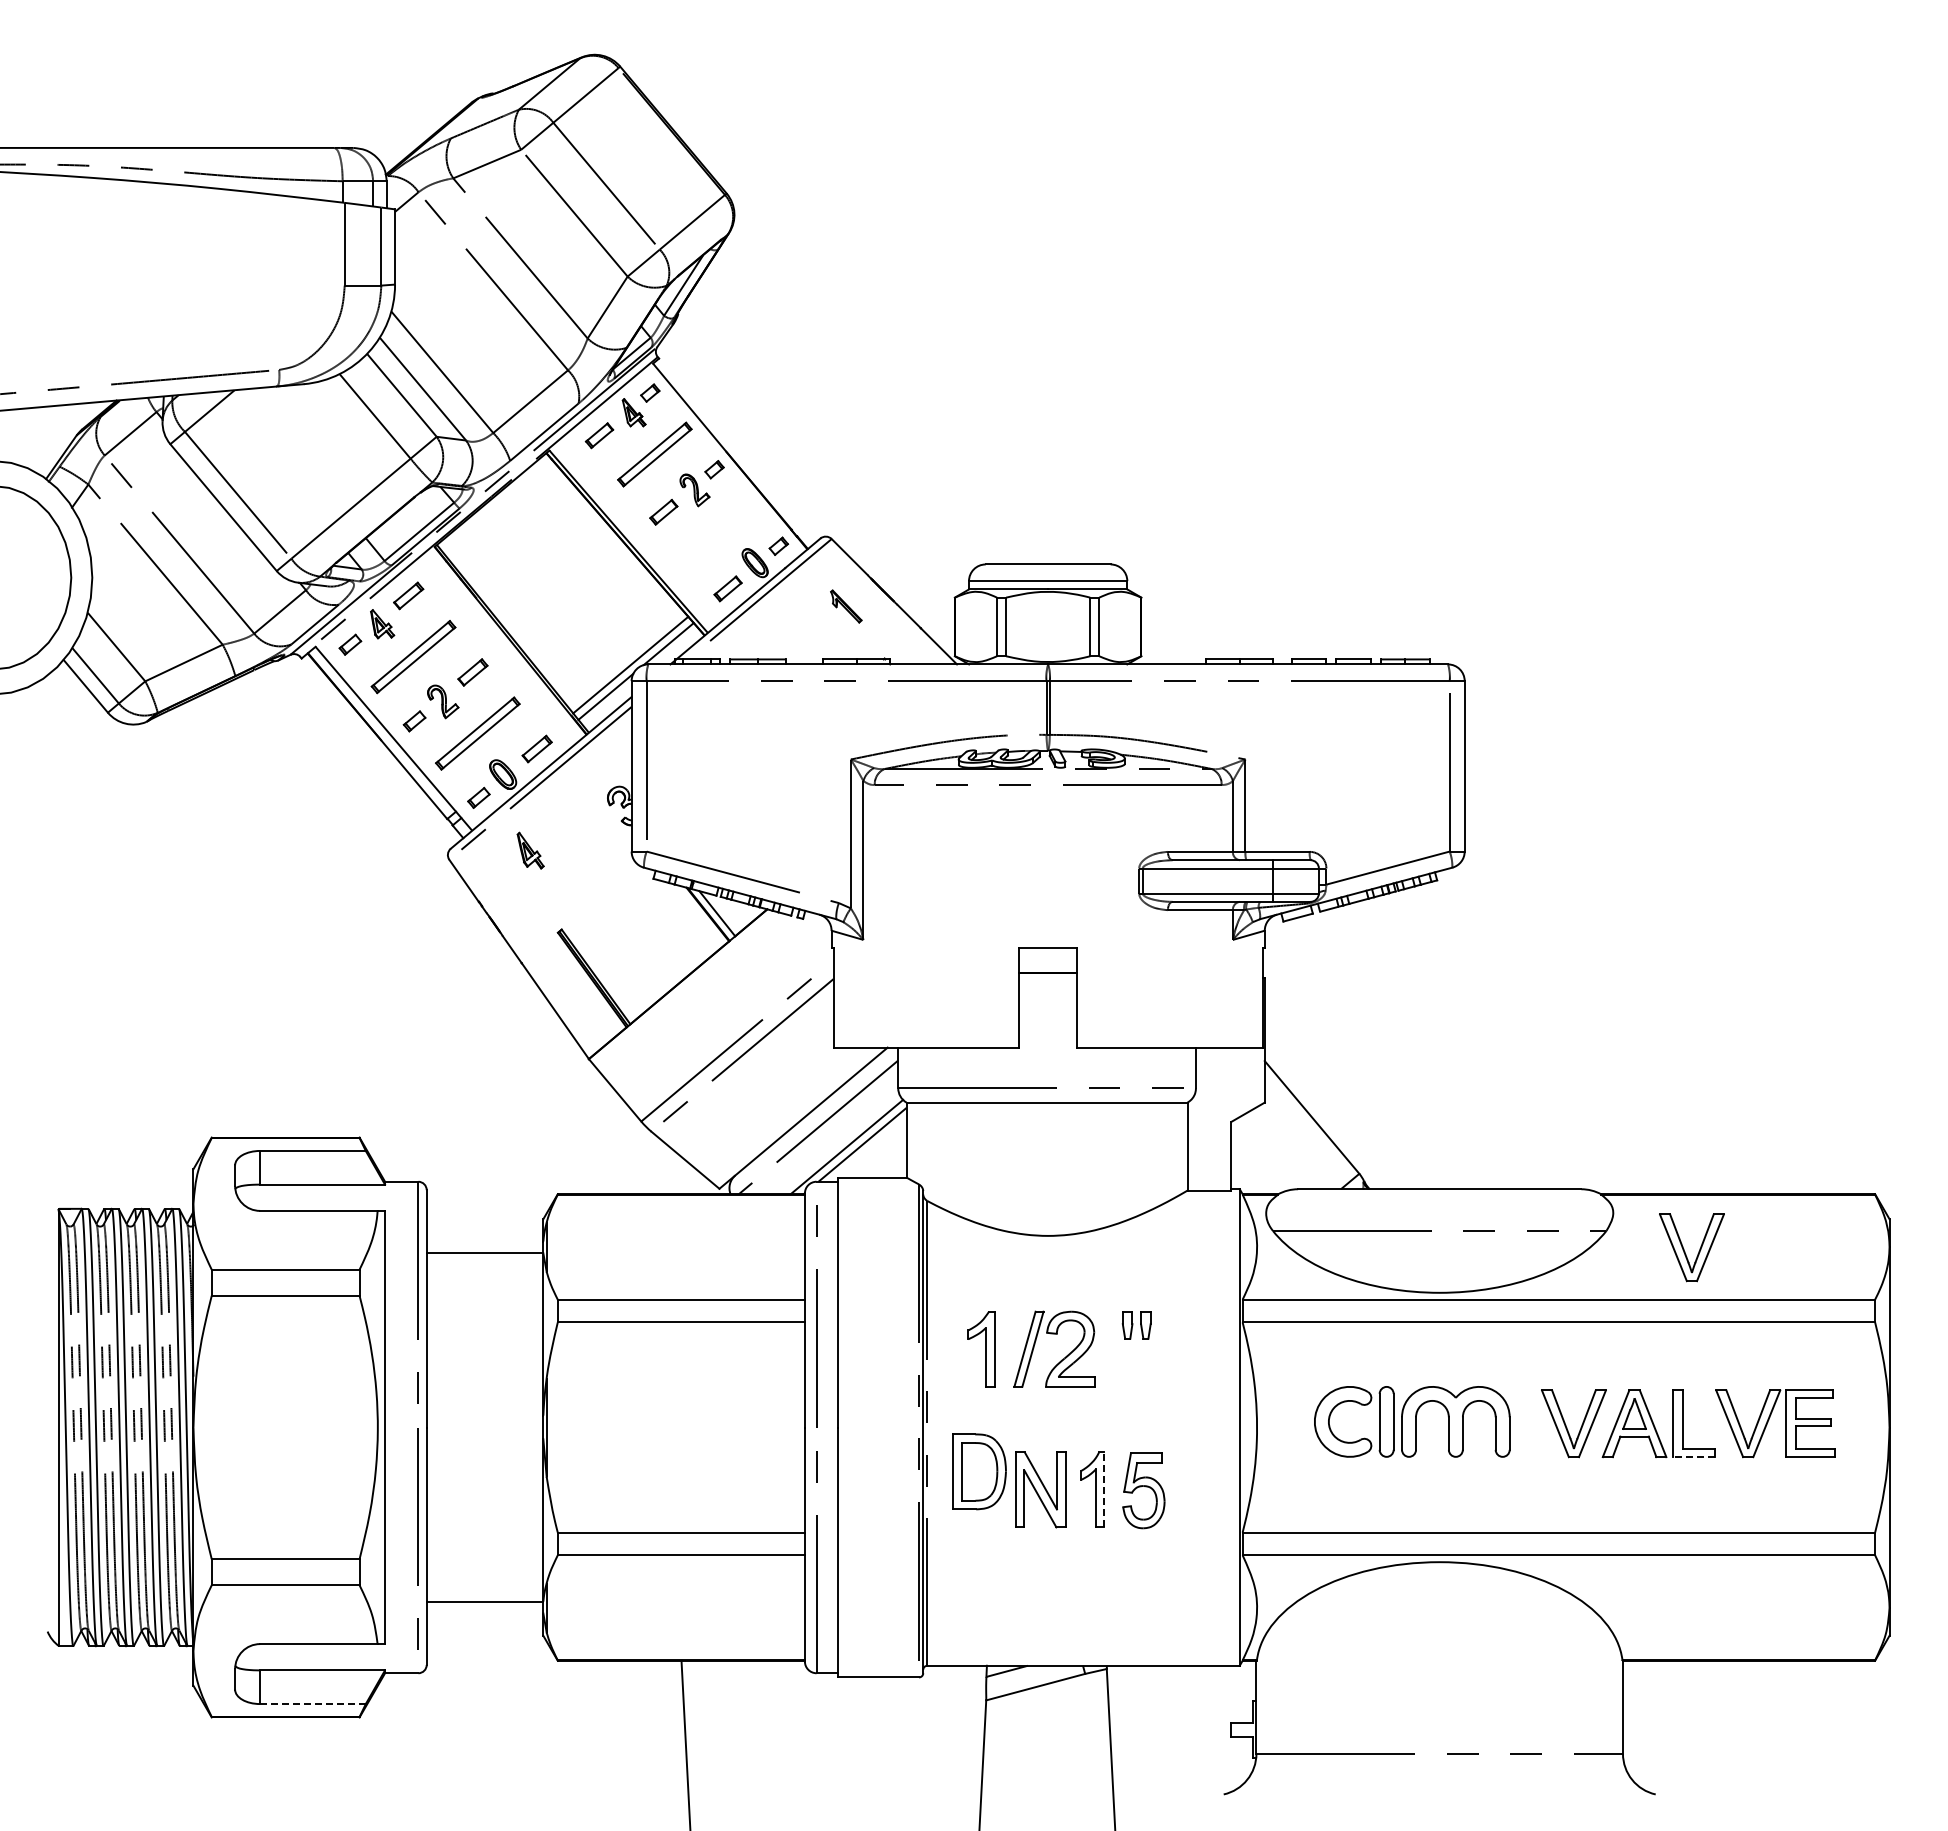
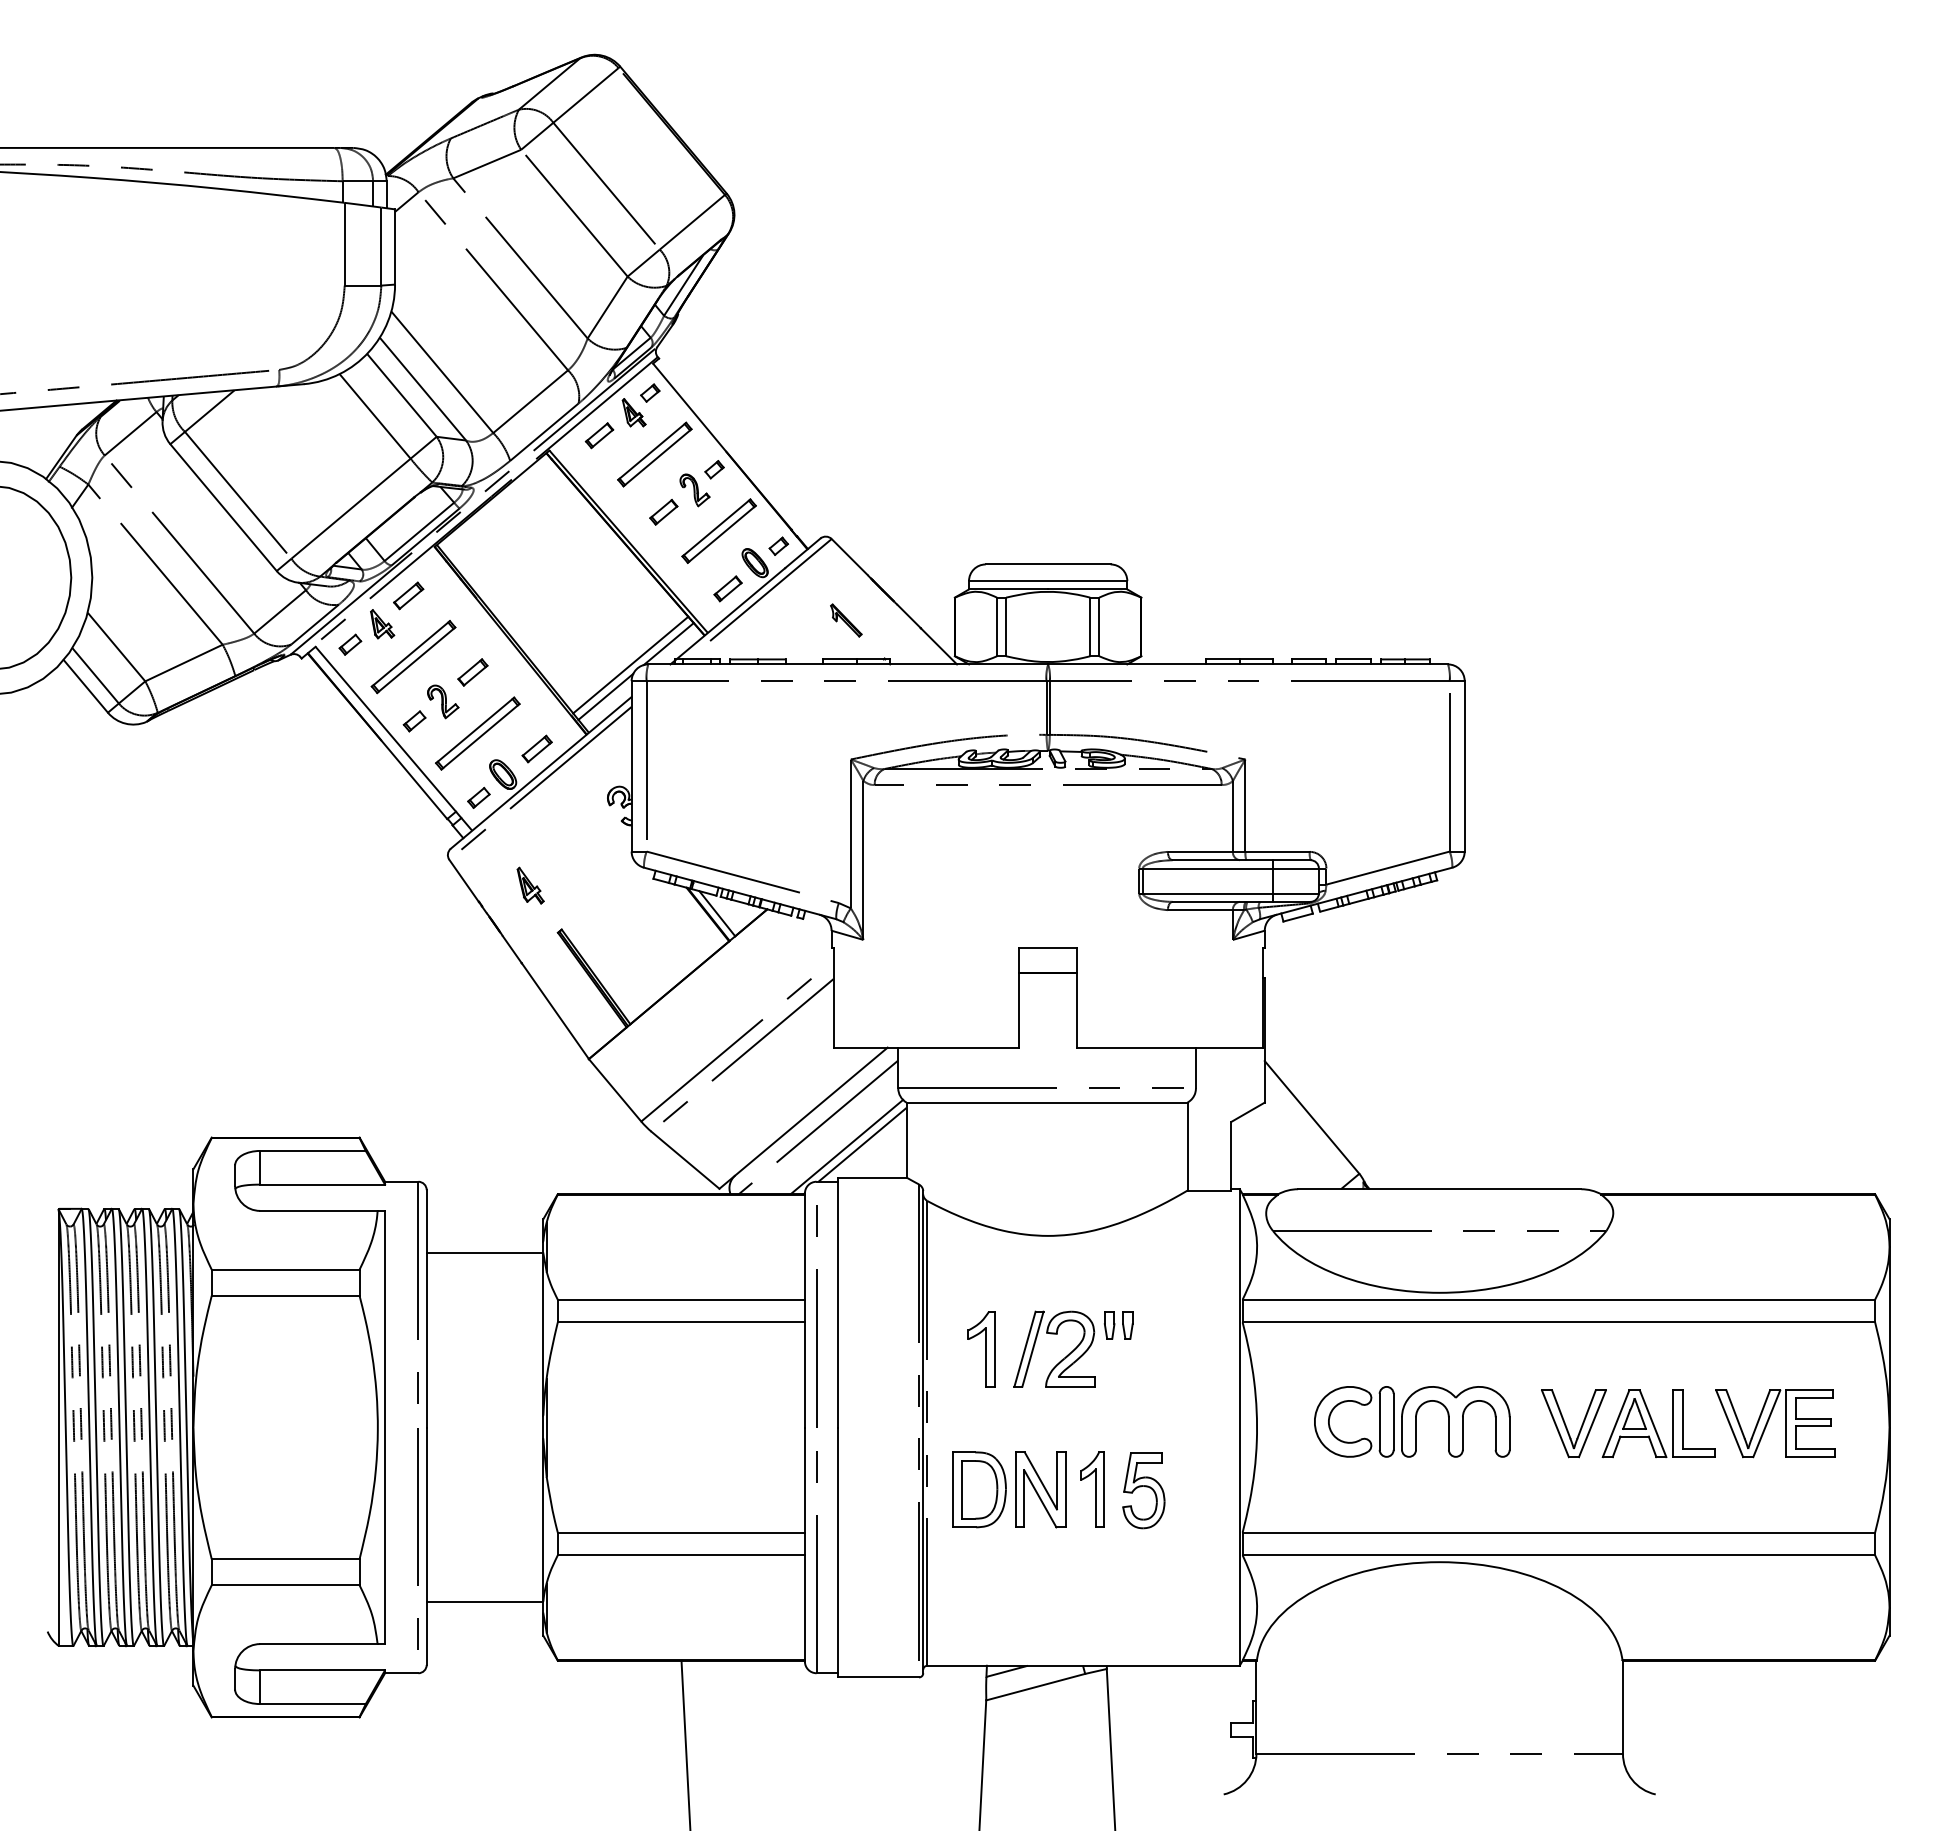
part at (718, 530): none -> present
part at (846, 606) position: (846, 606) -> (846, 620)
part at (530, 850) position: (530, 850) -> (530, 885)
part at (1685, 1251): present -> none
part at (1136, 1325) position: (1136, 1325) -> (1118, 1325)
line at (1693, 1457): dashed -> solid
part at (979, 1471) position: (979, 1471) -> (979, 1489)
line at (1104, 1489): dashed -> solid
line at (312, 1704): dashed -> solid
